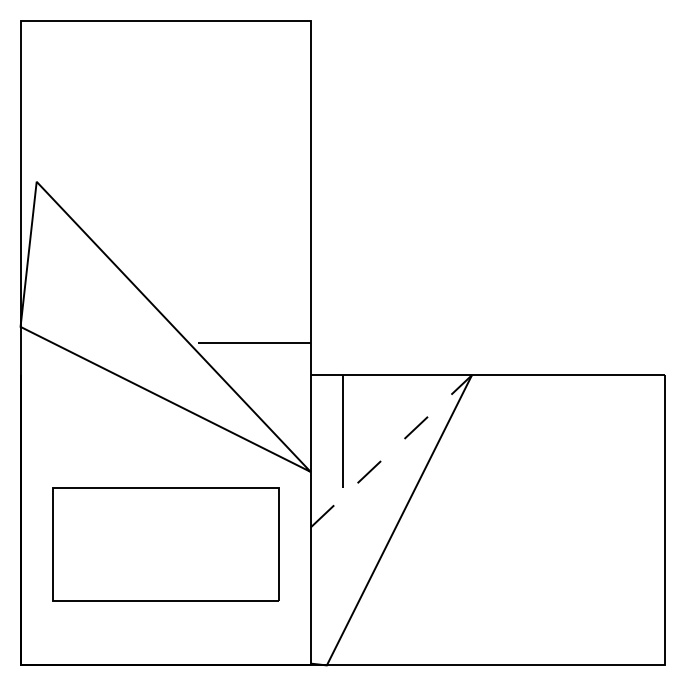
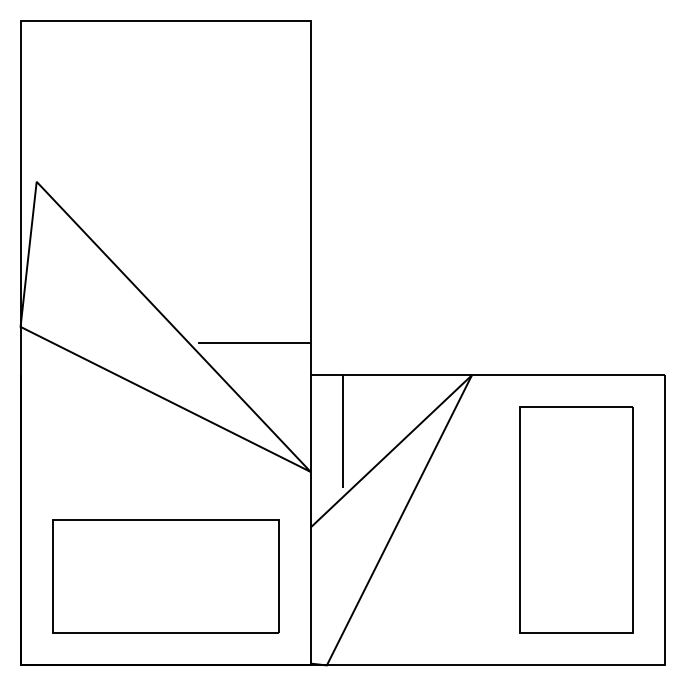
line at (391, 451): dashed -> solid
part at (576, 519): none -> present
part at (165, 544) position: (165, 544) -> (165, 576)
